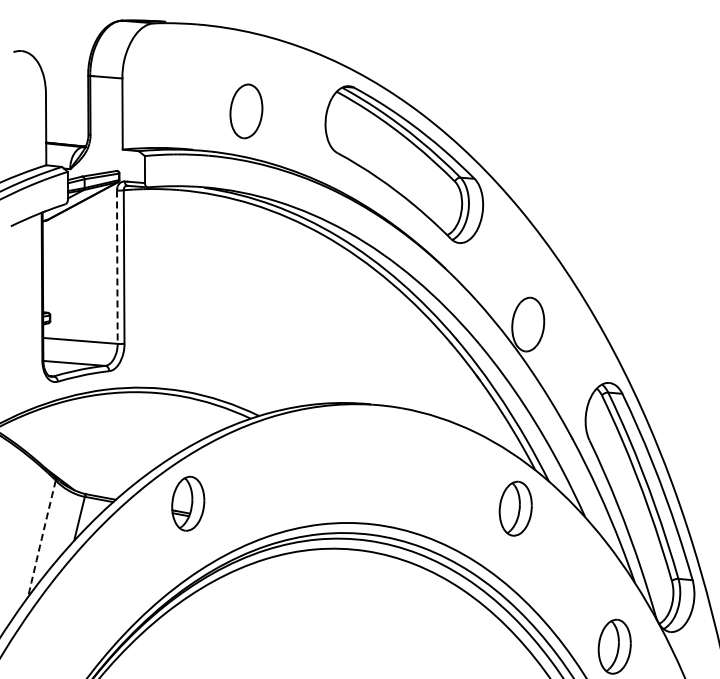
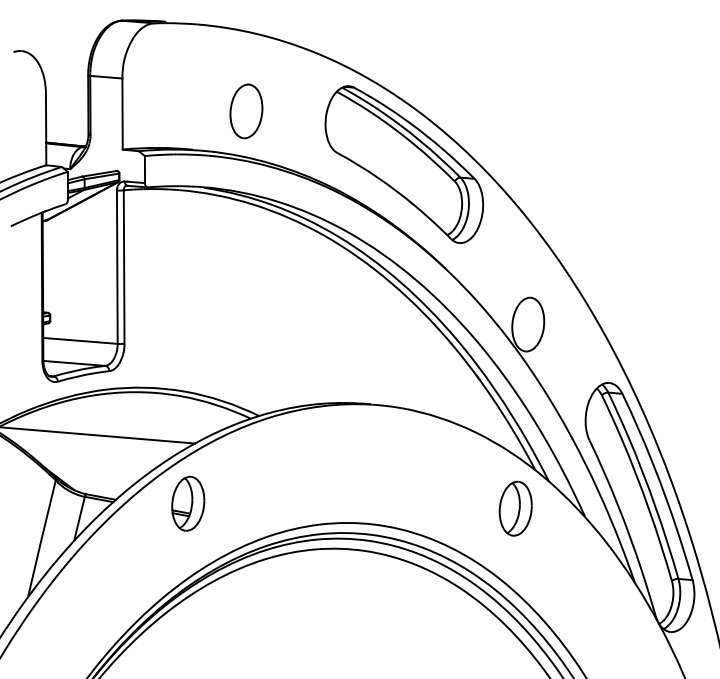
line at (117, 267): dashed -> solid
line at (98, 435): none -> present
arc at (41, 538): dashed -> solid
part at (614, 646): present -> none
